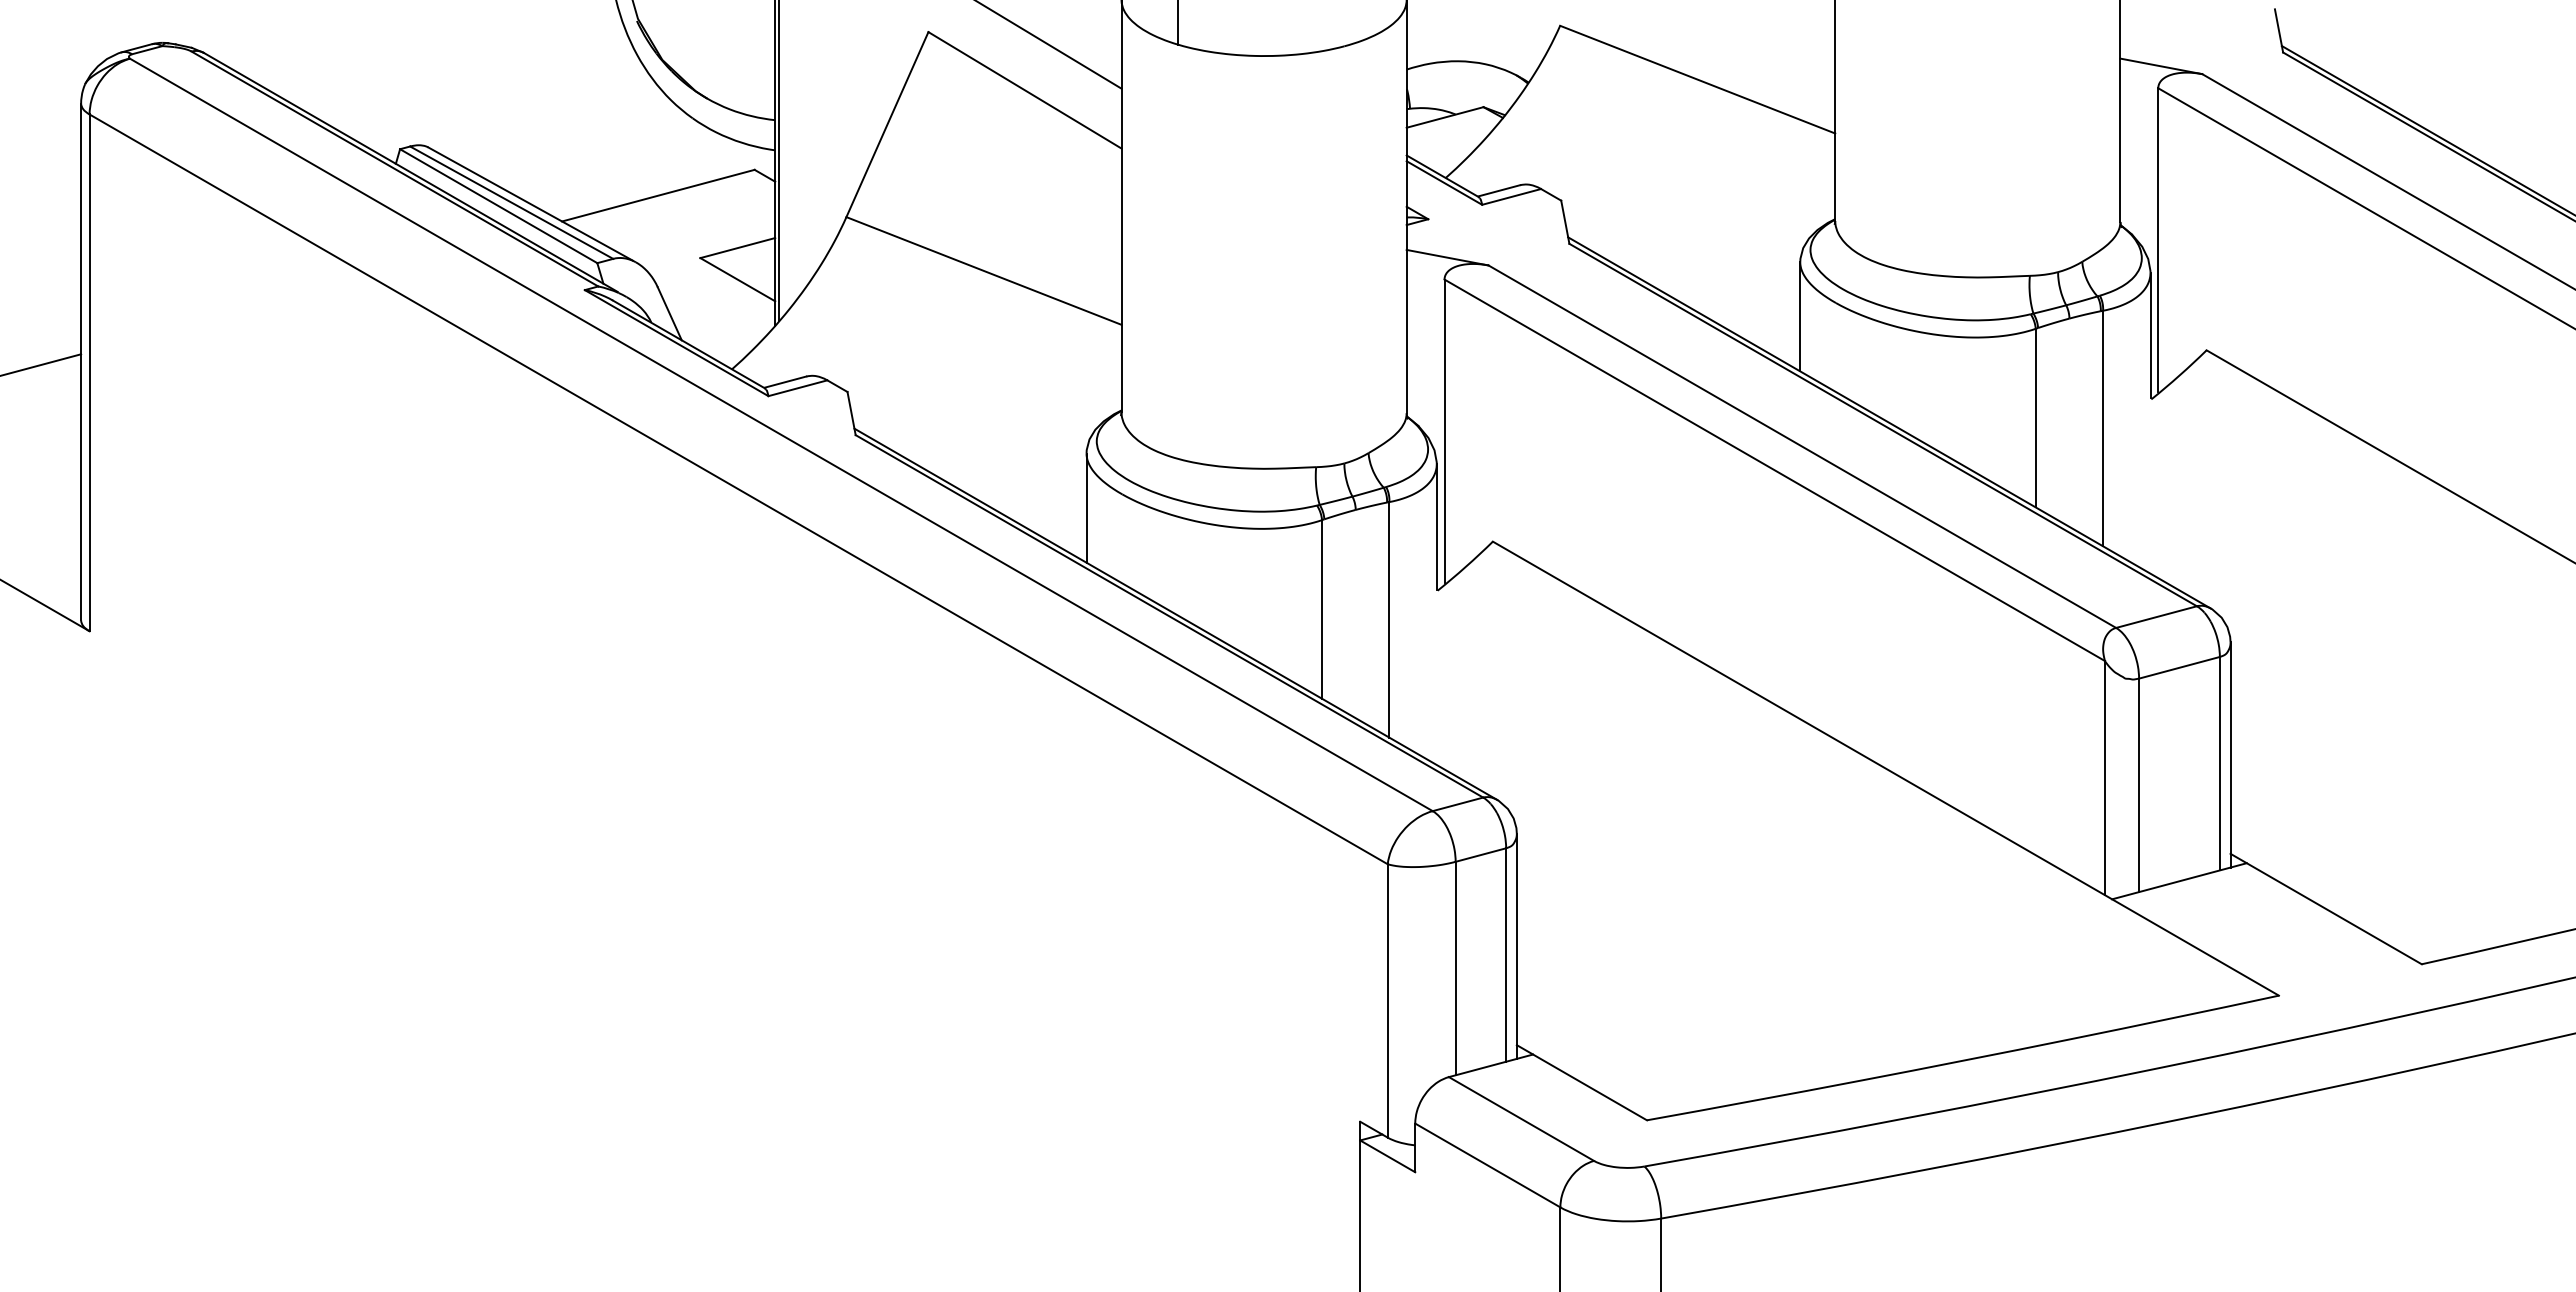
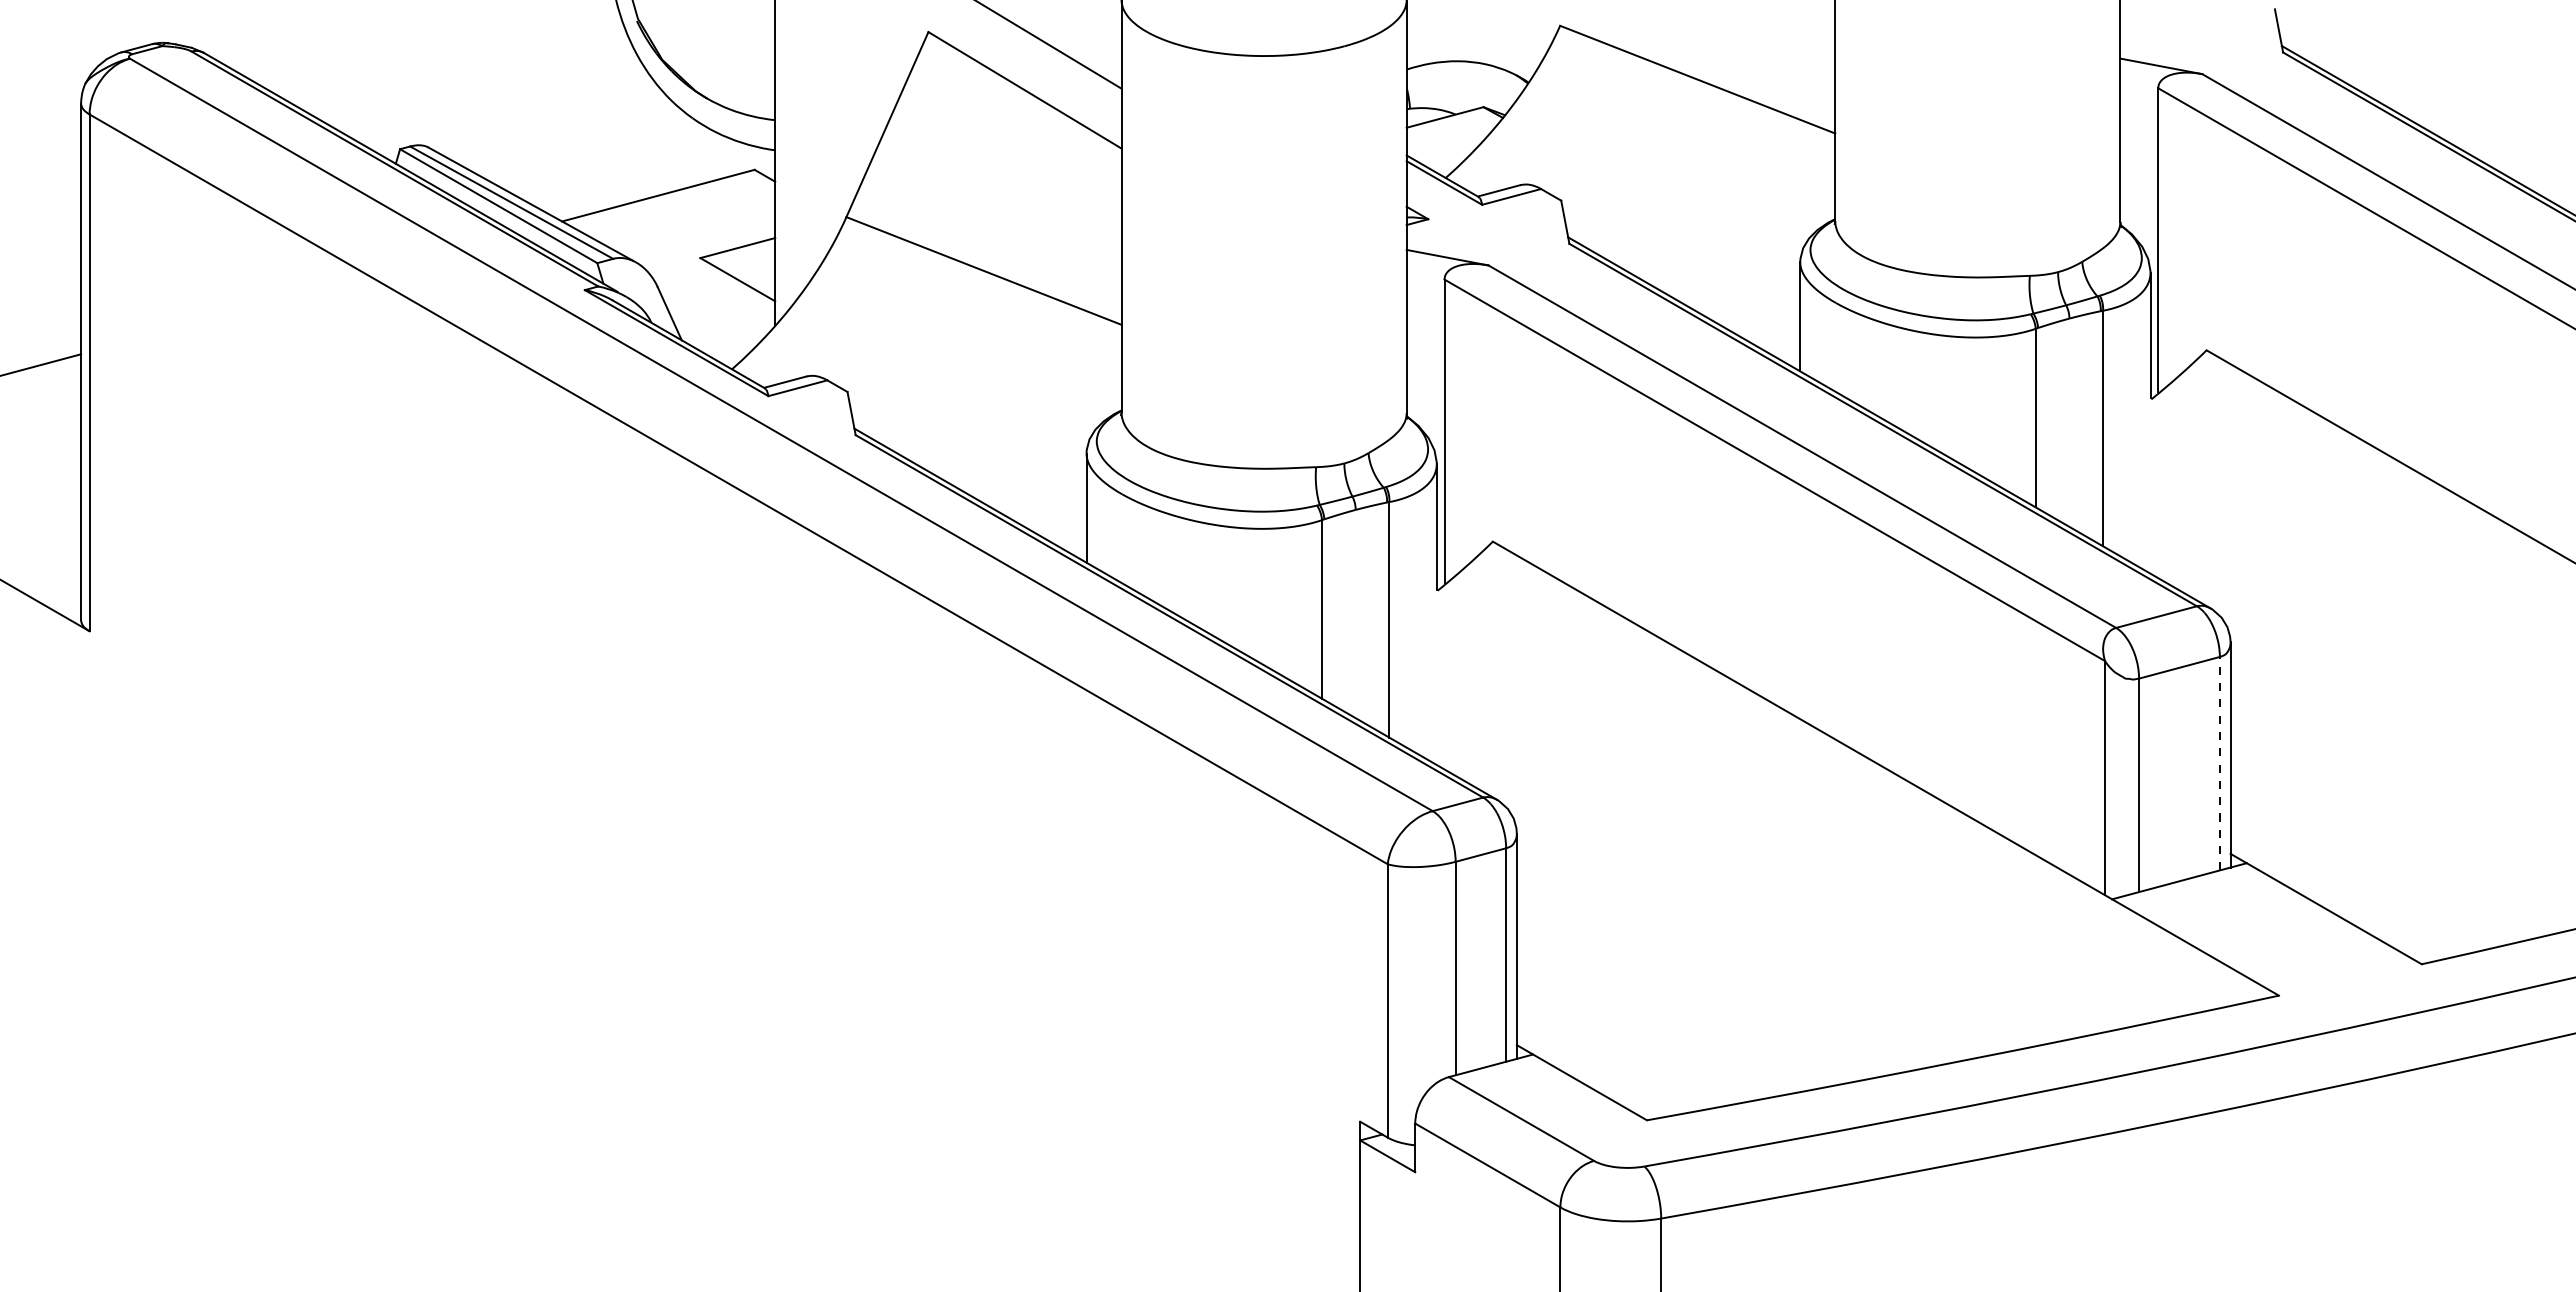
line at (1178, 23): present -> none
line at (779, 161): present -> none
line at (2219, 763): solid -> dashed
